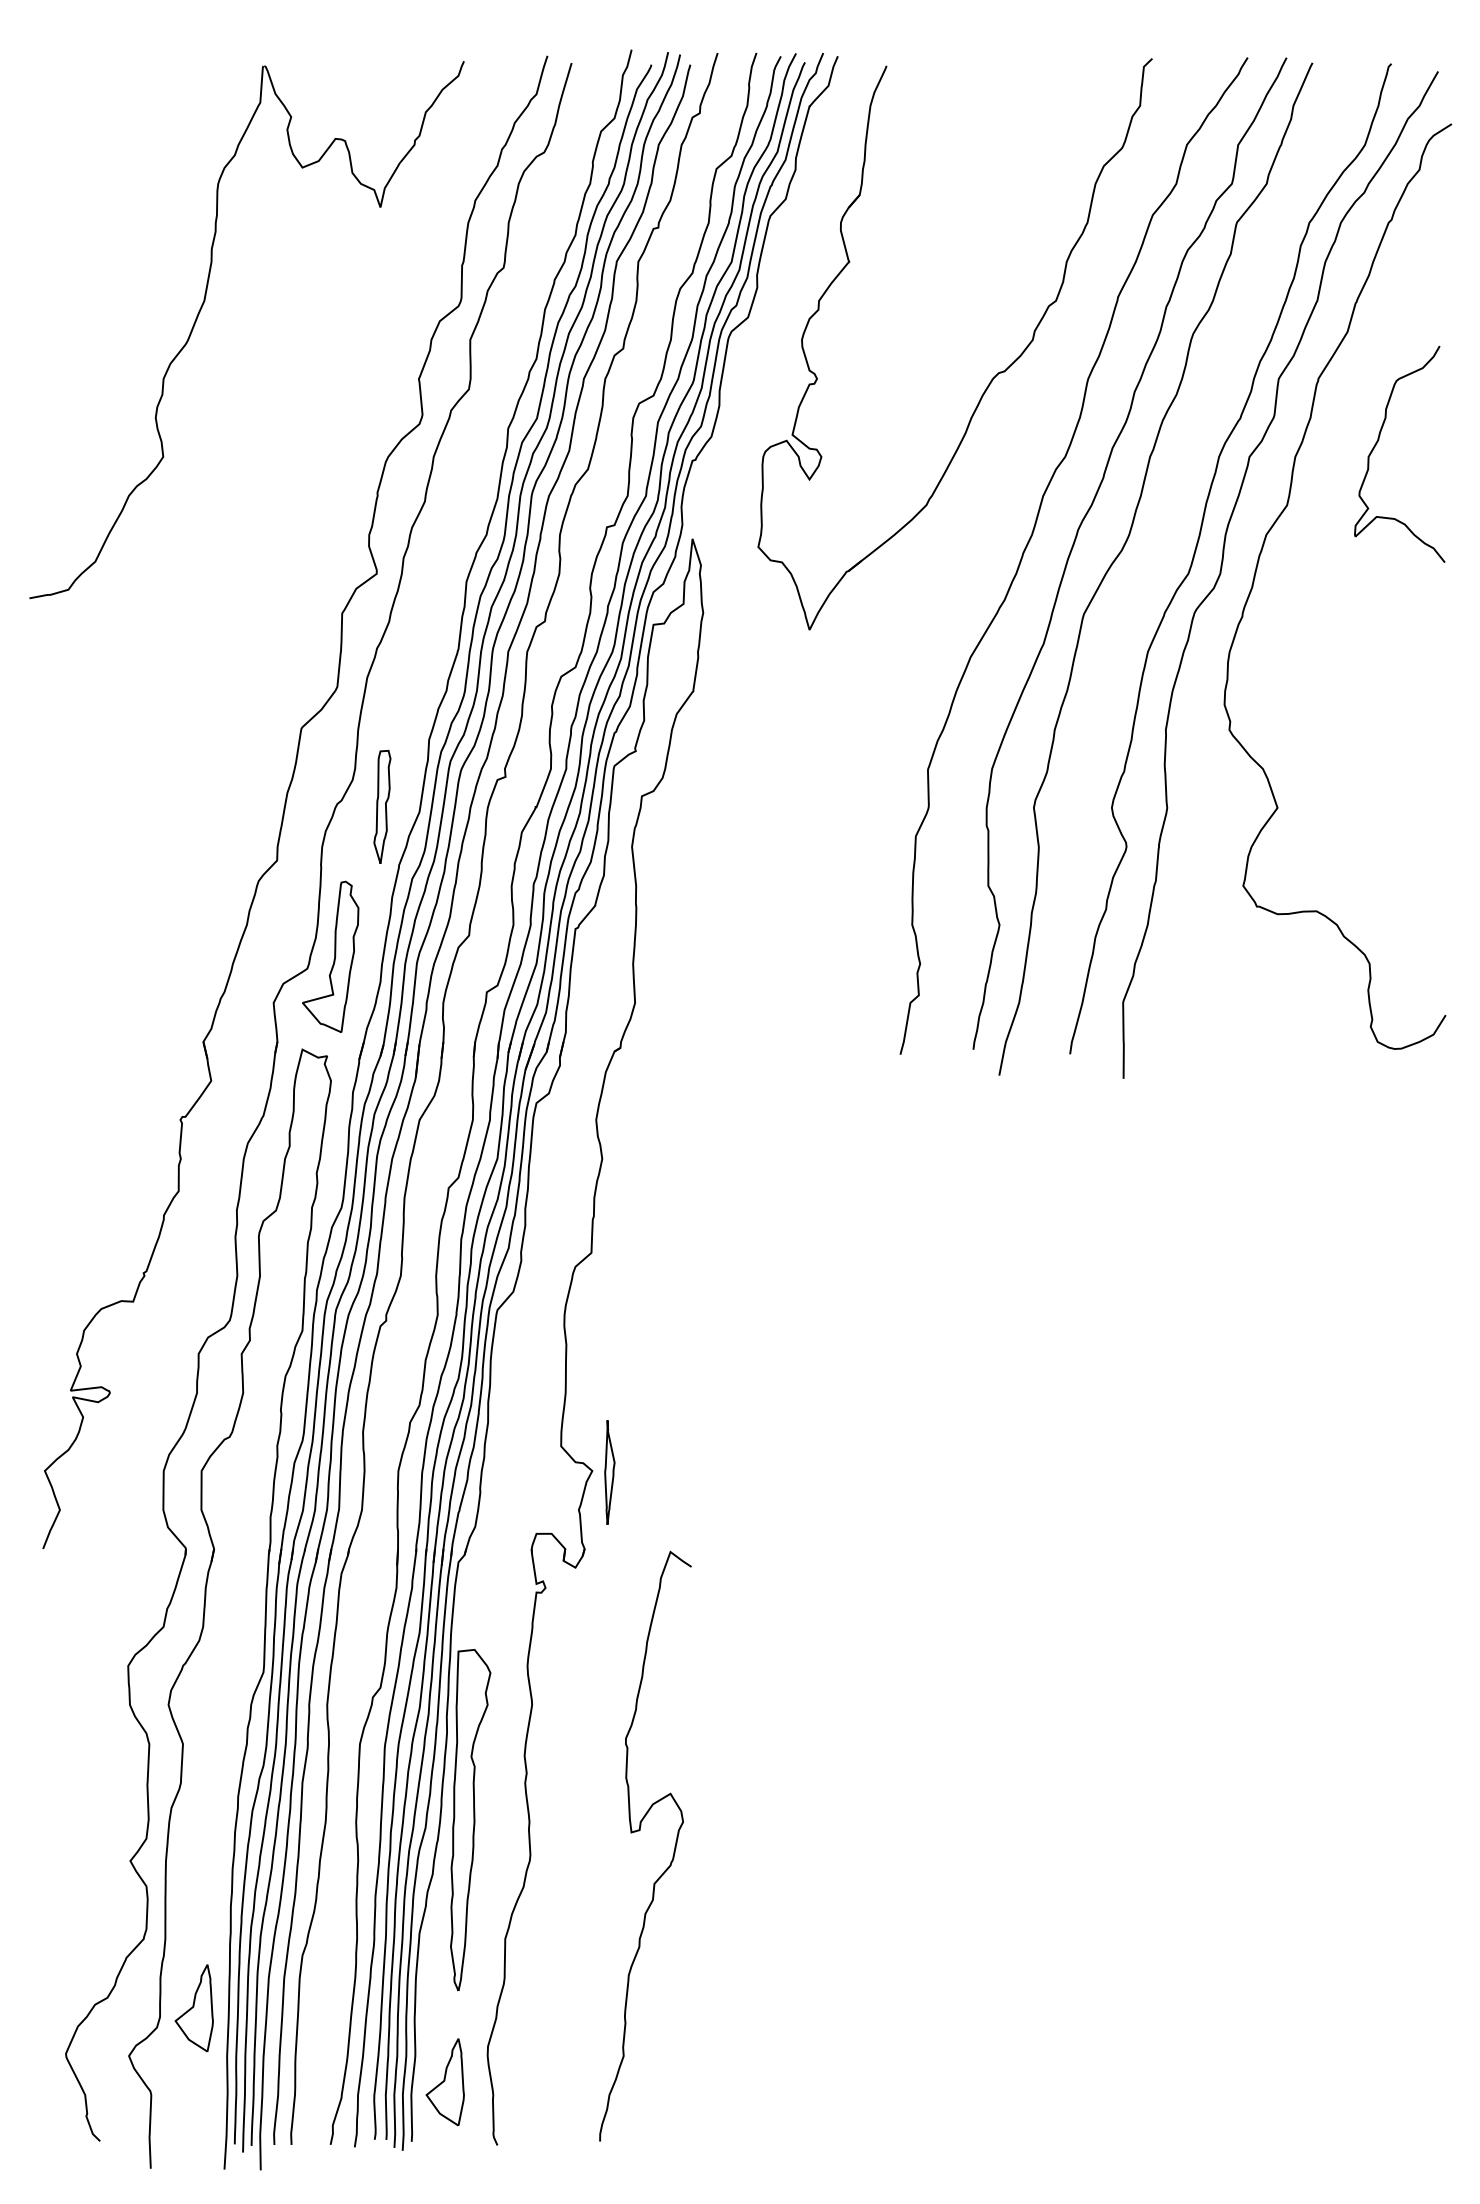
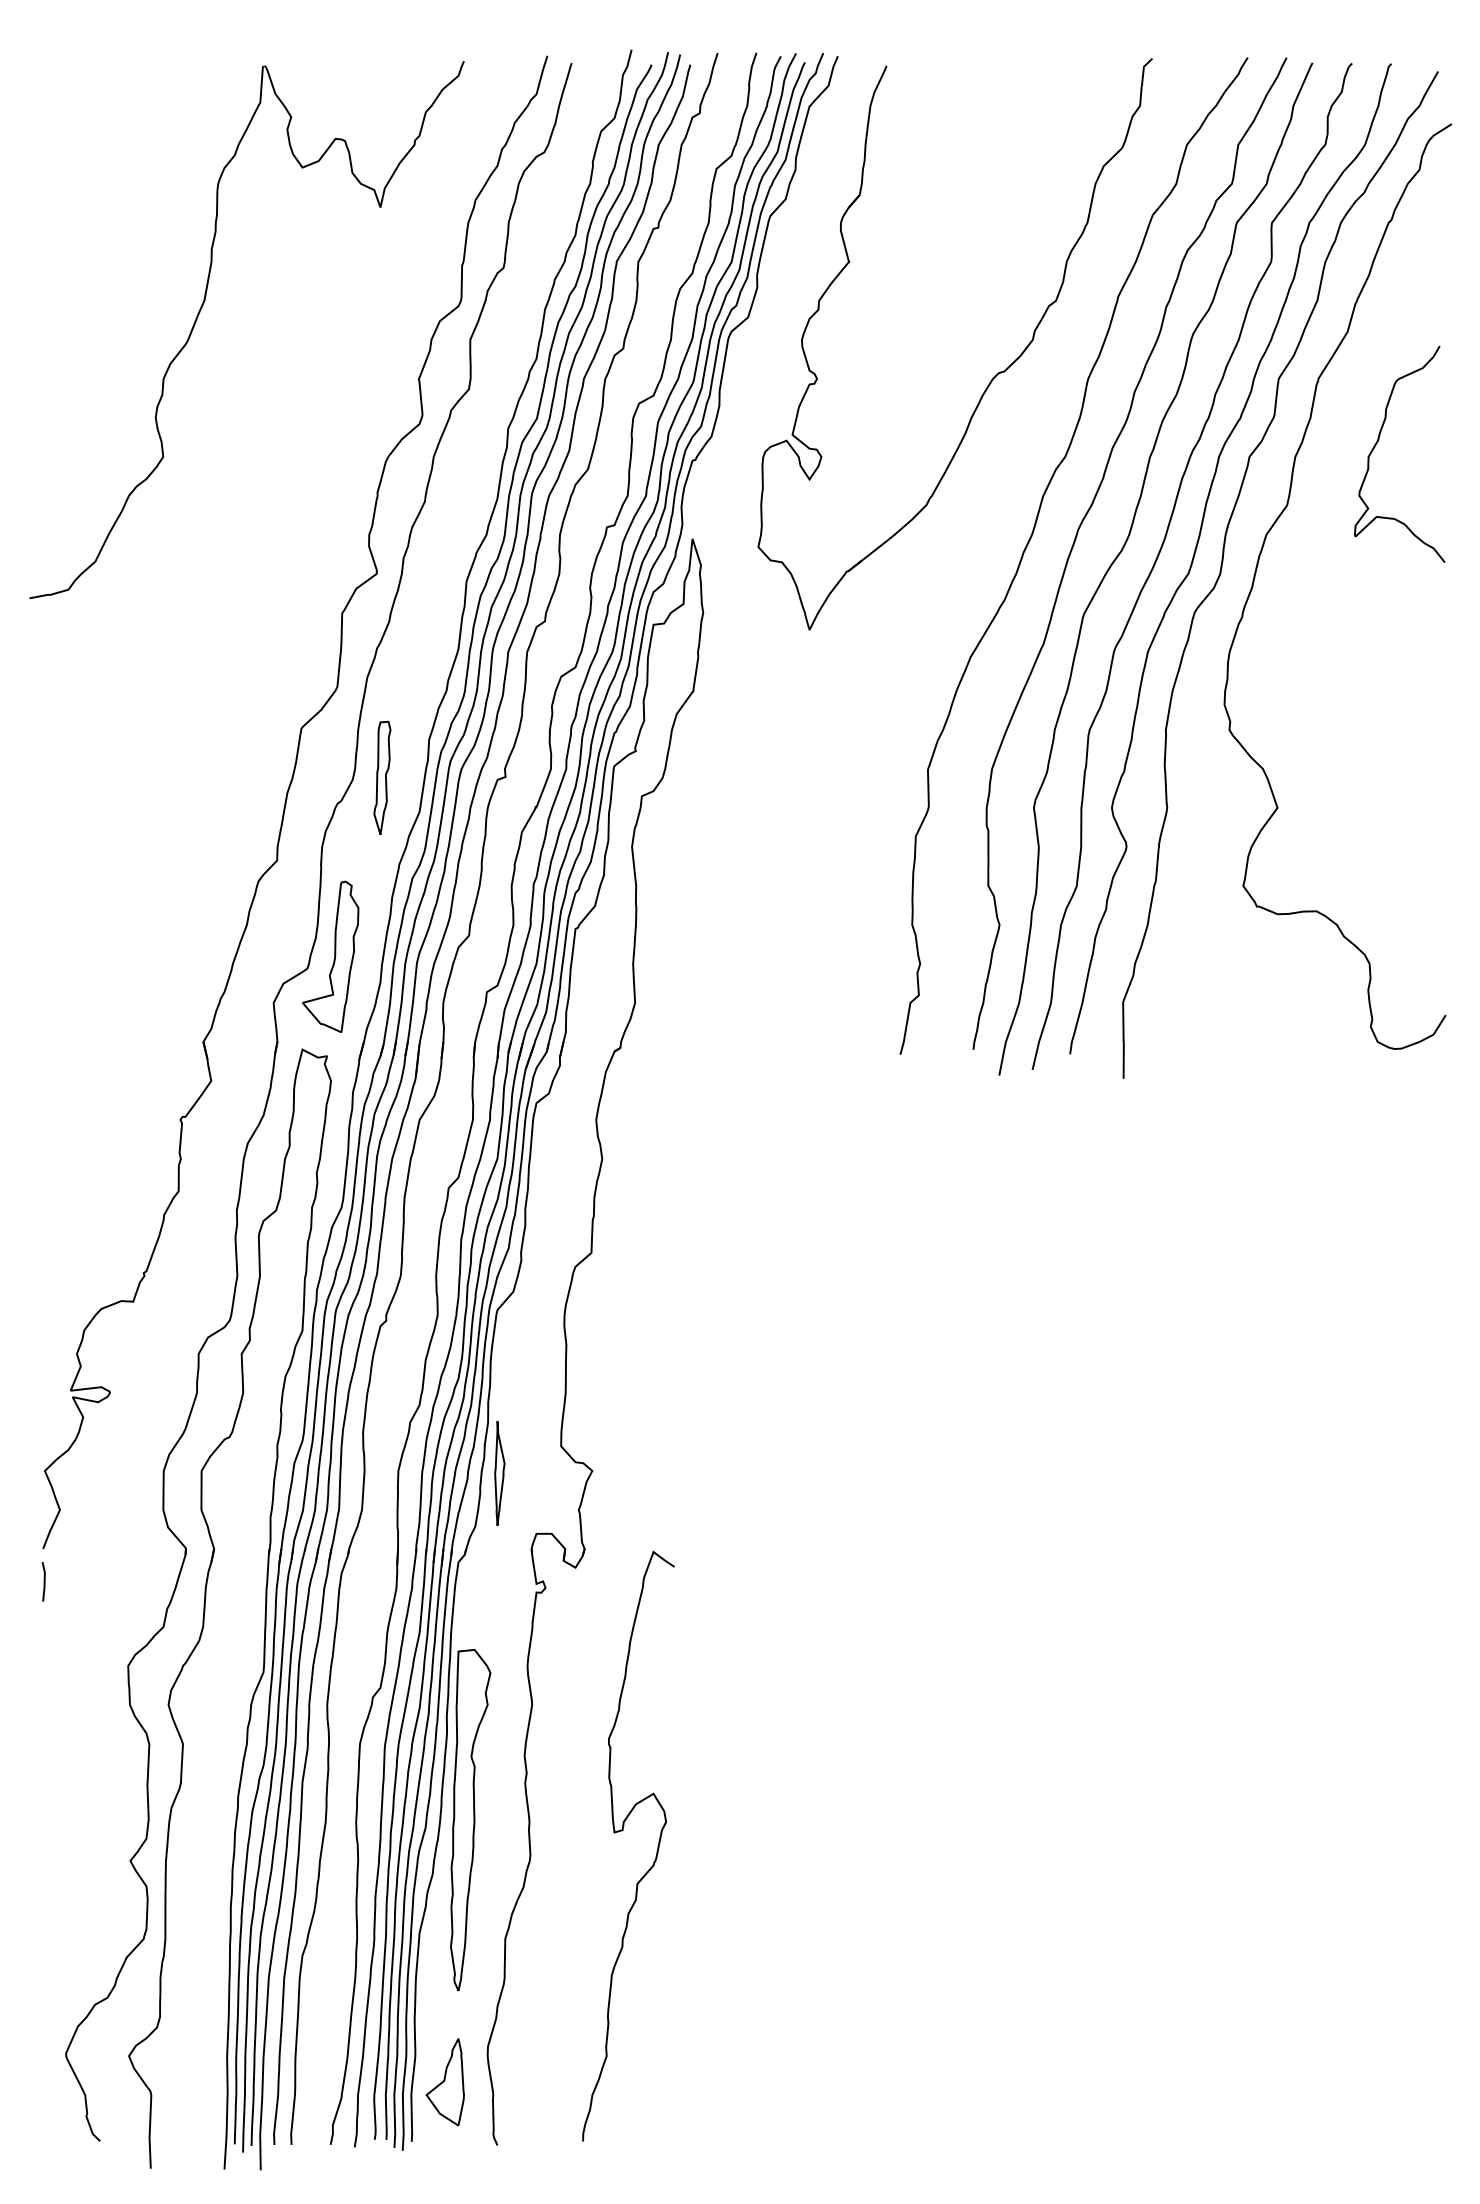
curve at (1159, 555): none -> present
part at (382, 806) position: (382, 806) -> (382, 777)
part at (609, 1472) position: (609, 1472) -> (499, 1473)
line at (43, 1581): none -> present
curve at (639, 1831) position: (639, 1831) -> (622, 1831)
part at (193, 2008): present -> none
